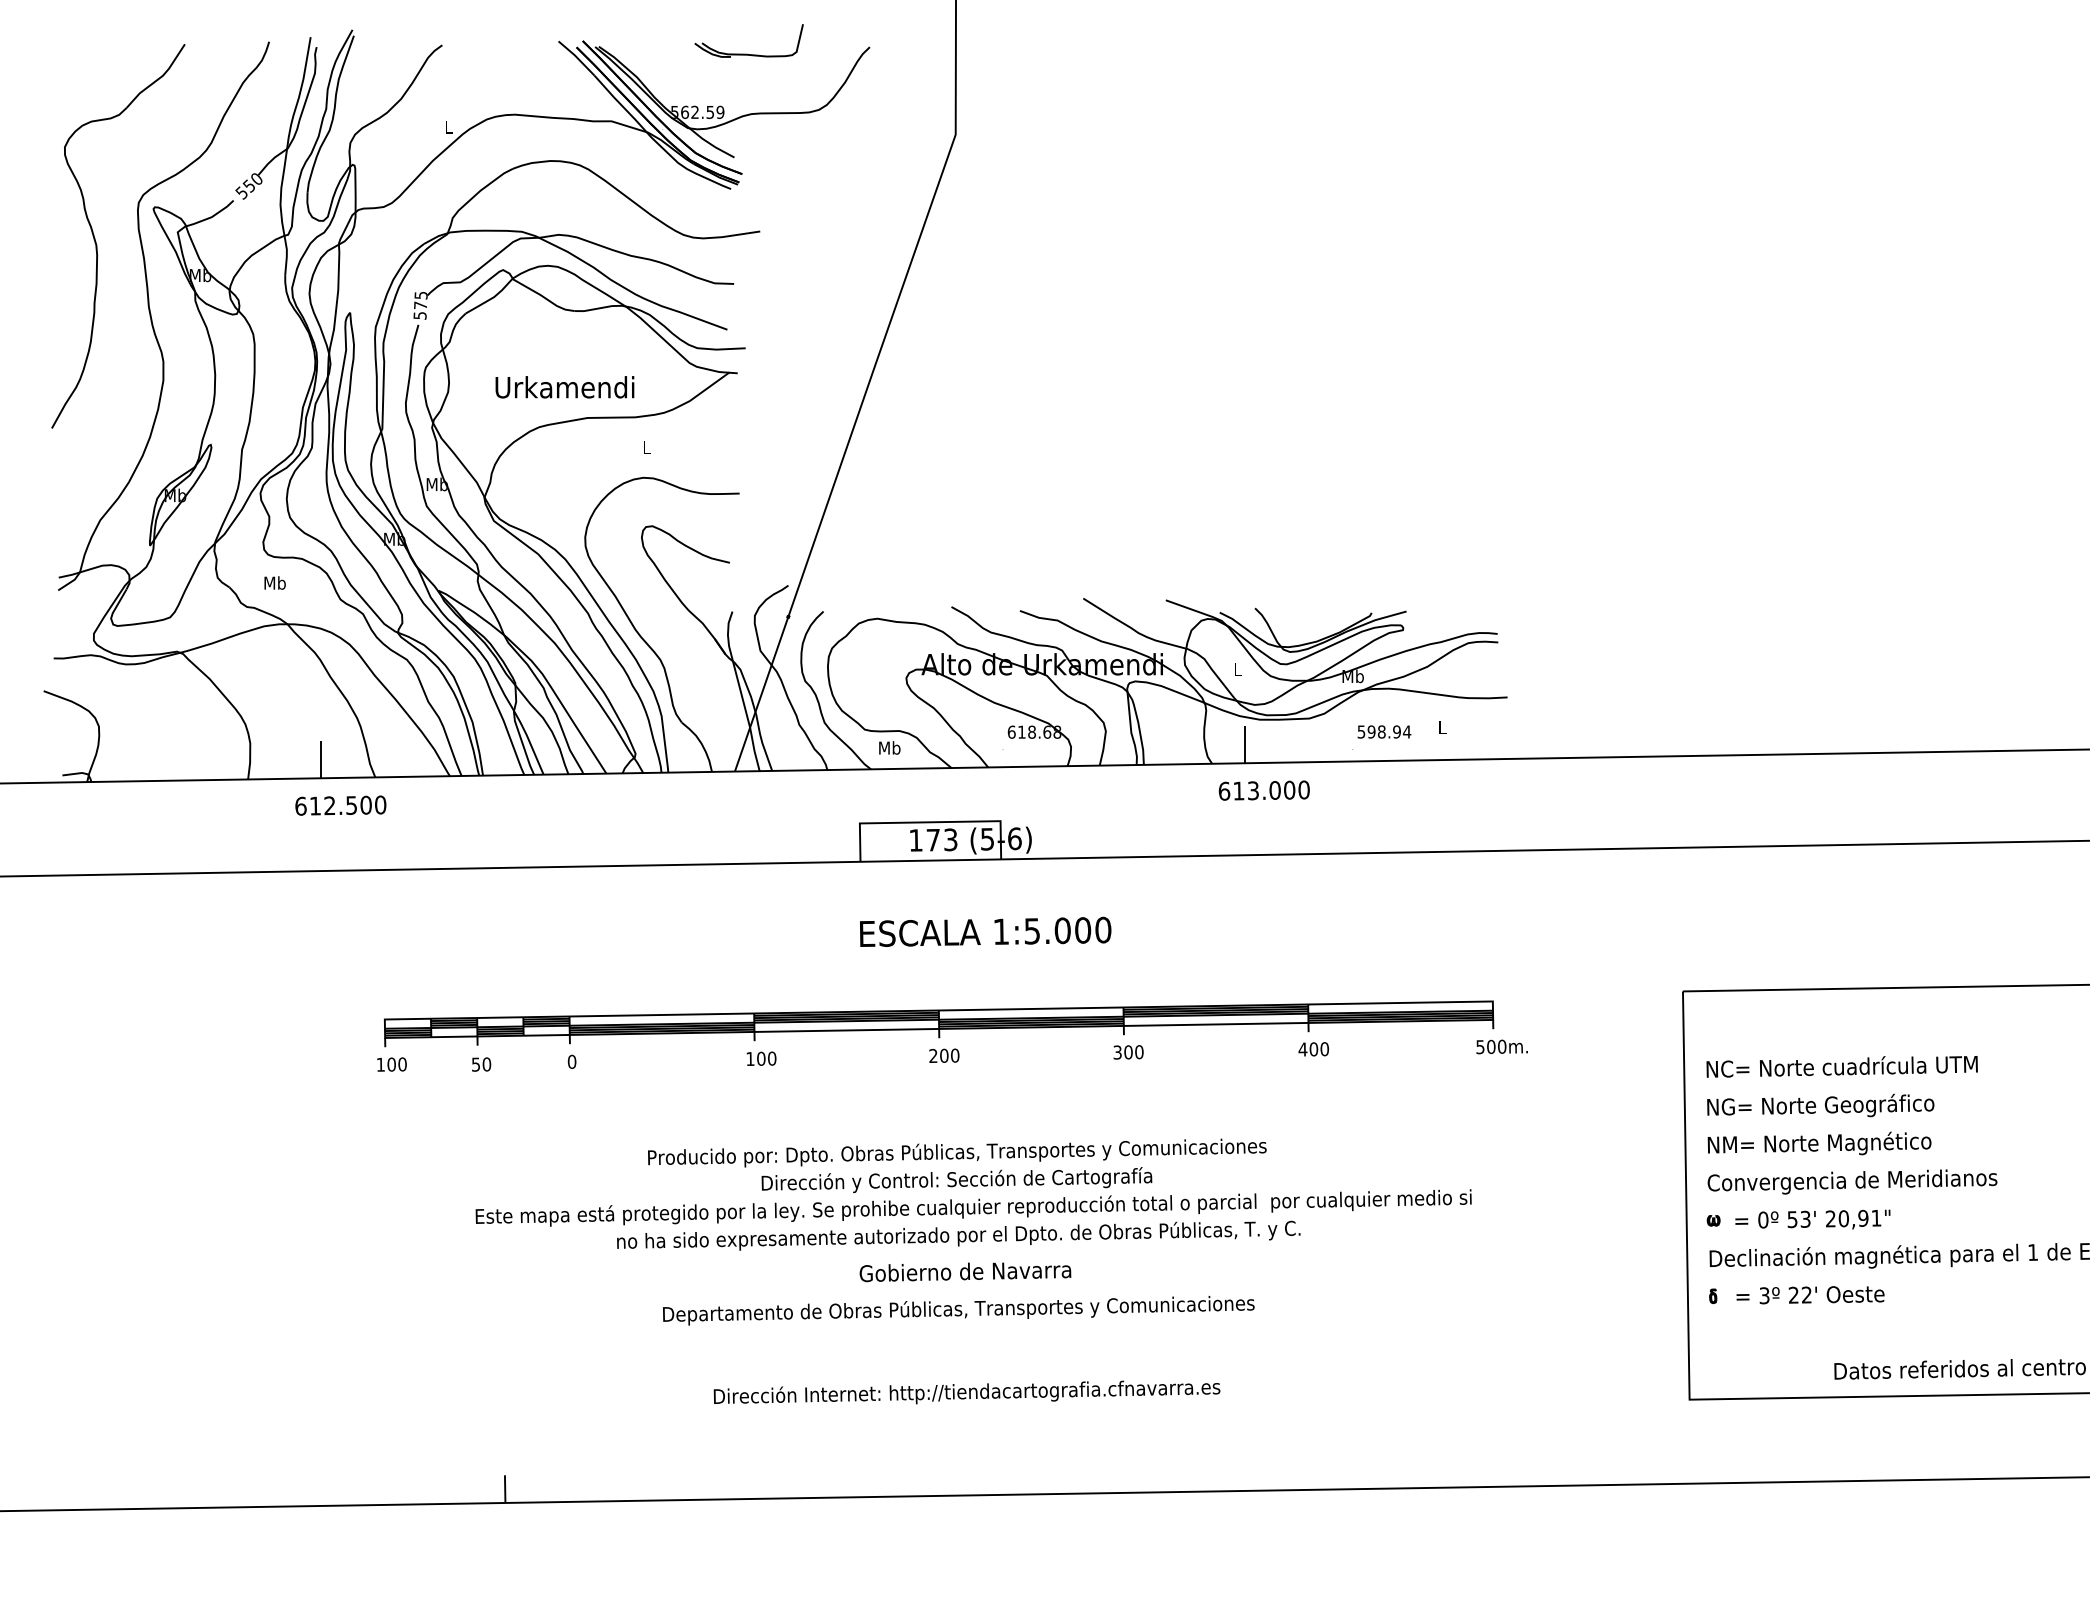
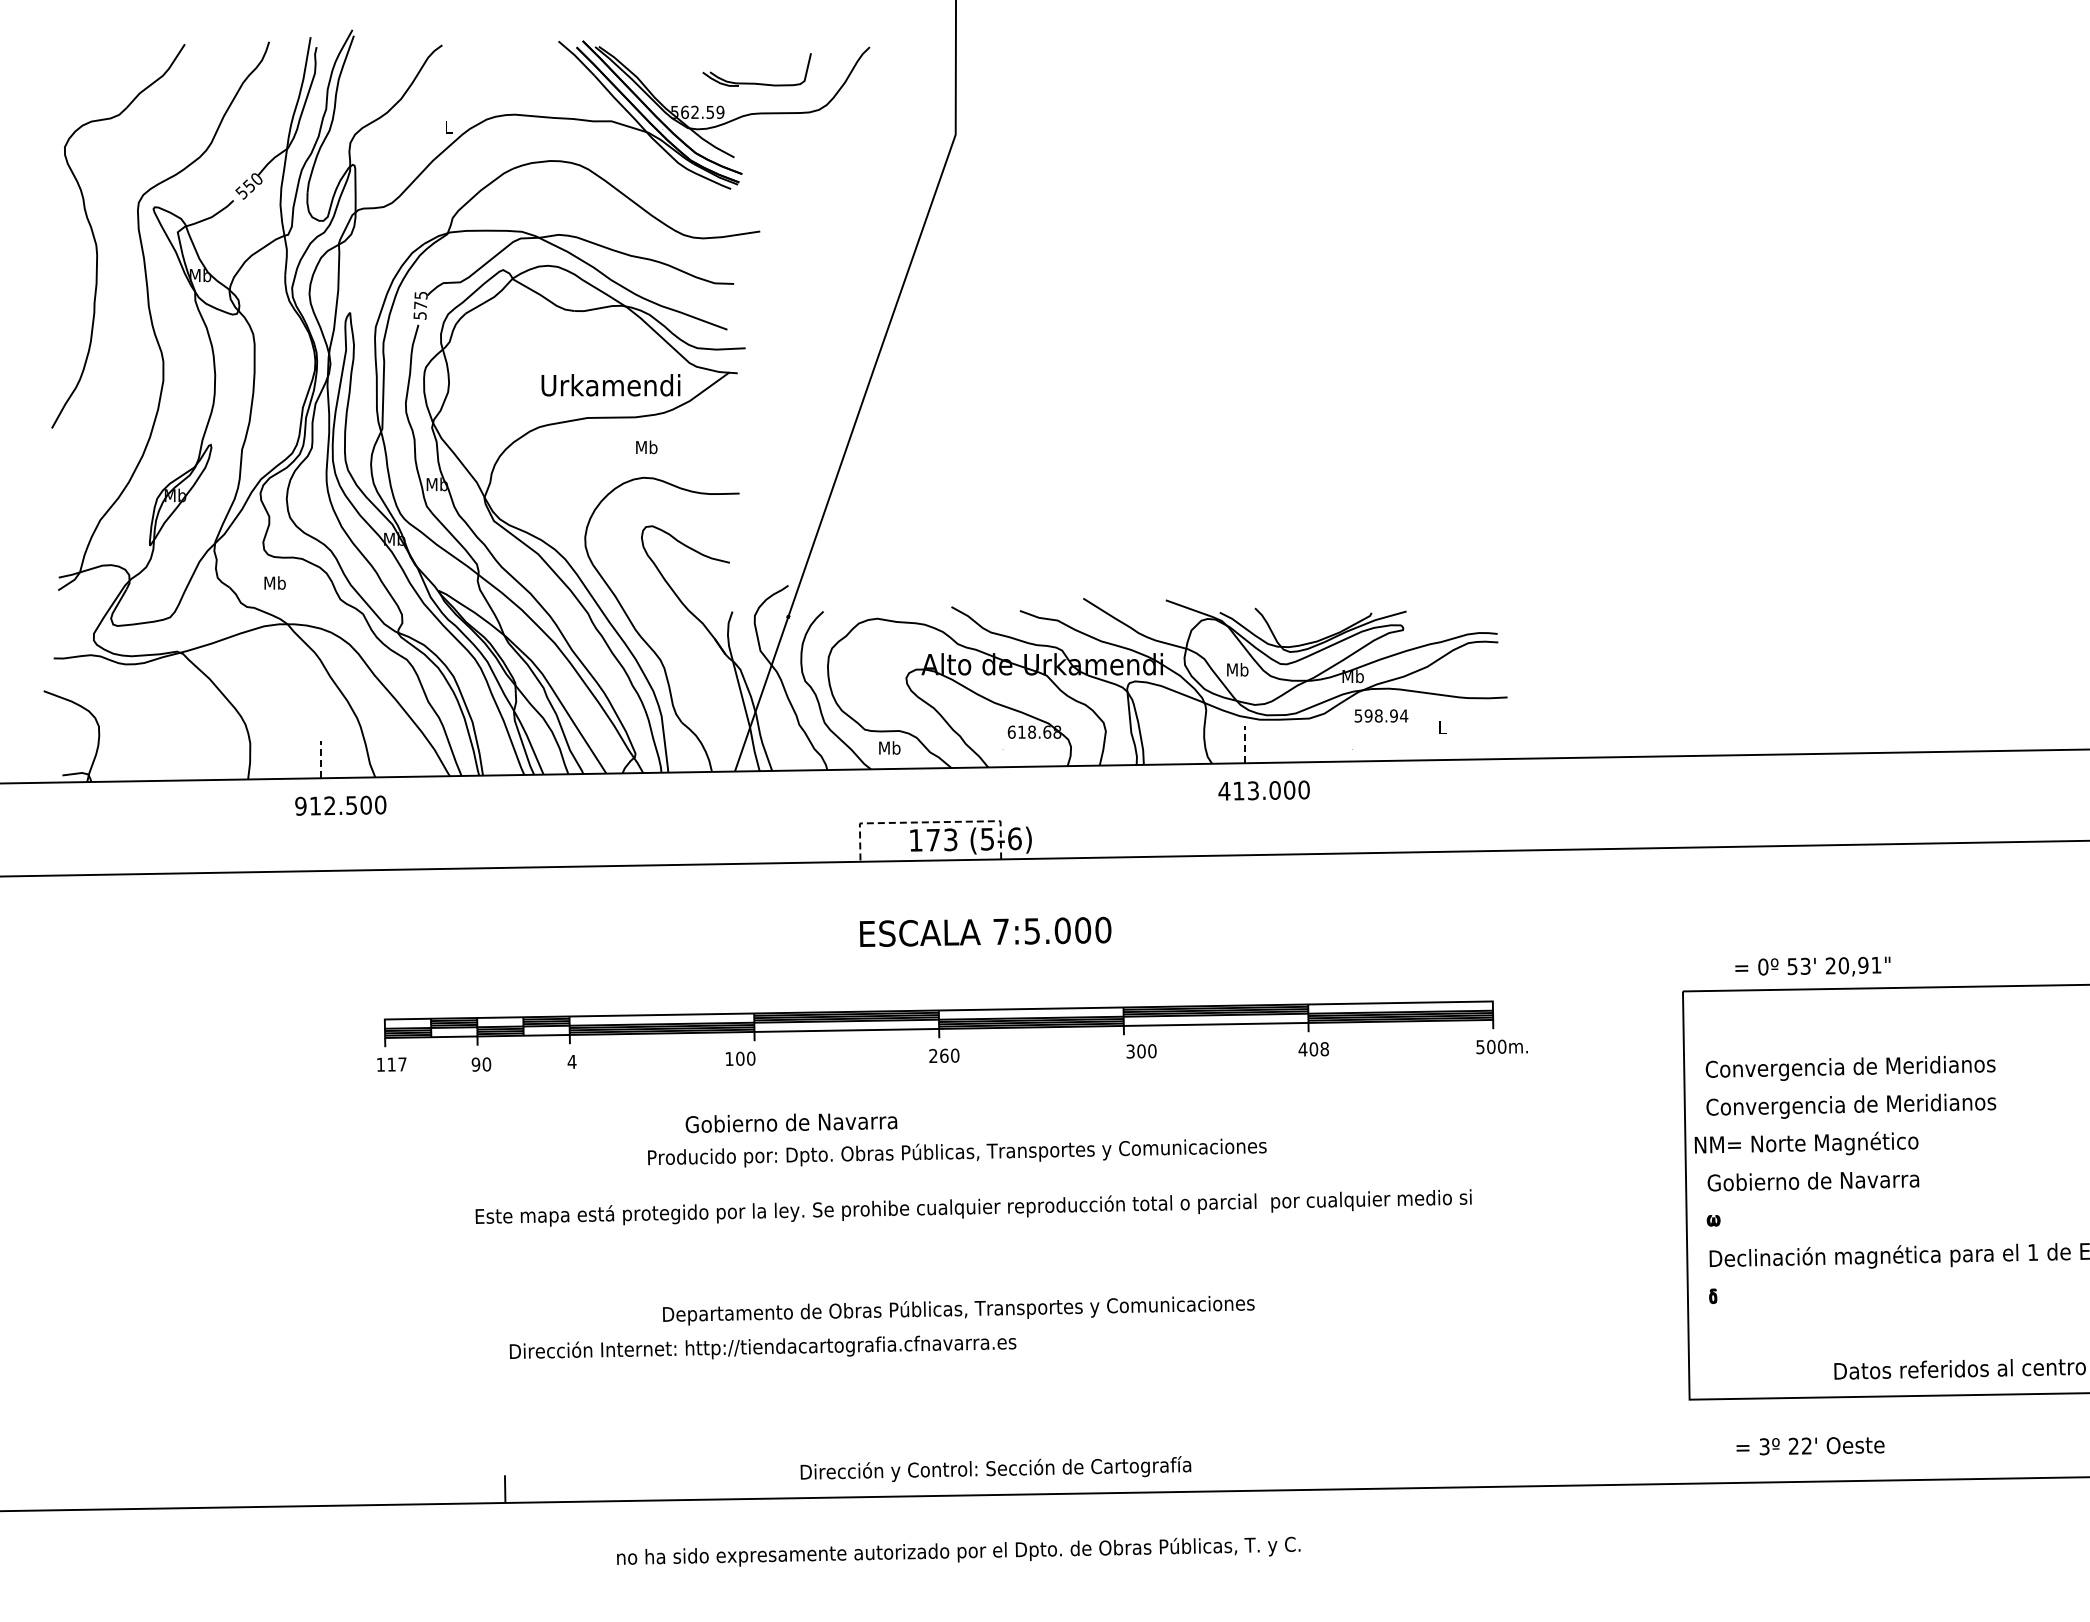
part at (747, 53) position: (747, 53) -> (755, 82)
text at (564, 387) position: (564, 387) -> (610, 385)
text at (646, 447): L -> Mb
text at (1237, 669): L -> Mb
text at (1384, 731) position: (1384, 731) -> (1381, 715)
line at (1244, 744): solid -> dashed
line at (321, 759): solid -> dashed
text at (1224, 790): 613.000 -> 413.000
text at (300, 805): 612.500 -> 912.500
line at (929, 822): solid -> dashed
text at (1000, 931): 1:5.000 -> 7:5.000
text at (1324, 1049): 400 -> 408
text at (1128, 1052) position: (1128, 1052) -> (1141, 1051)
text at (944, 1055): 200 -> 260
text at (761, 1058) position: (761, 1058) -> (740, 1058)
text at (571, 1061): 0 -> 4
text at (396, 1064): 100 -> 117
text at (475, 1064): 50 -> 90
text at (1850, 1067): NC= Norte cuadrícula UTM -> Convergencia de Meridianos
text at (1851, 1105): NG= Norte Geográfico -> Convergencia de Meridianos
text at (1819, 1143) position: (1819, 1143) -> (1806, 1143)
text at (956, 1179) position: (956, 1179) -> (995, 1468)
text at (1856, 1181): Convergencia de Meridianos -> Gobierno de Navarra
text at (1812, 1219) position: (1812, 1219) -> (1812, 966)
text at (958, 1235) position: (958, 1235) -> (958, 1551)
text at (965, 1272) position: (965, 1272) -> (791, 1123)
text at (1810, 1295) position: (1810, 1295) -> (1810, 1446)
text at (966, 1392) position: (966, 1392) -> (762, 1347)
